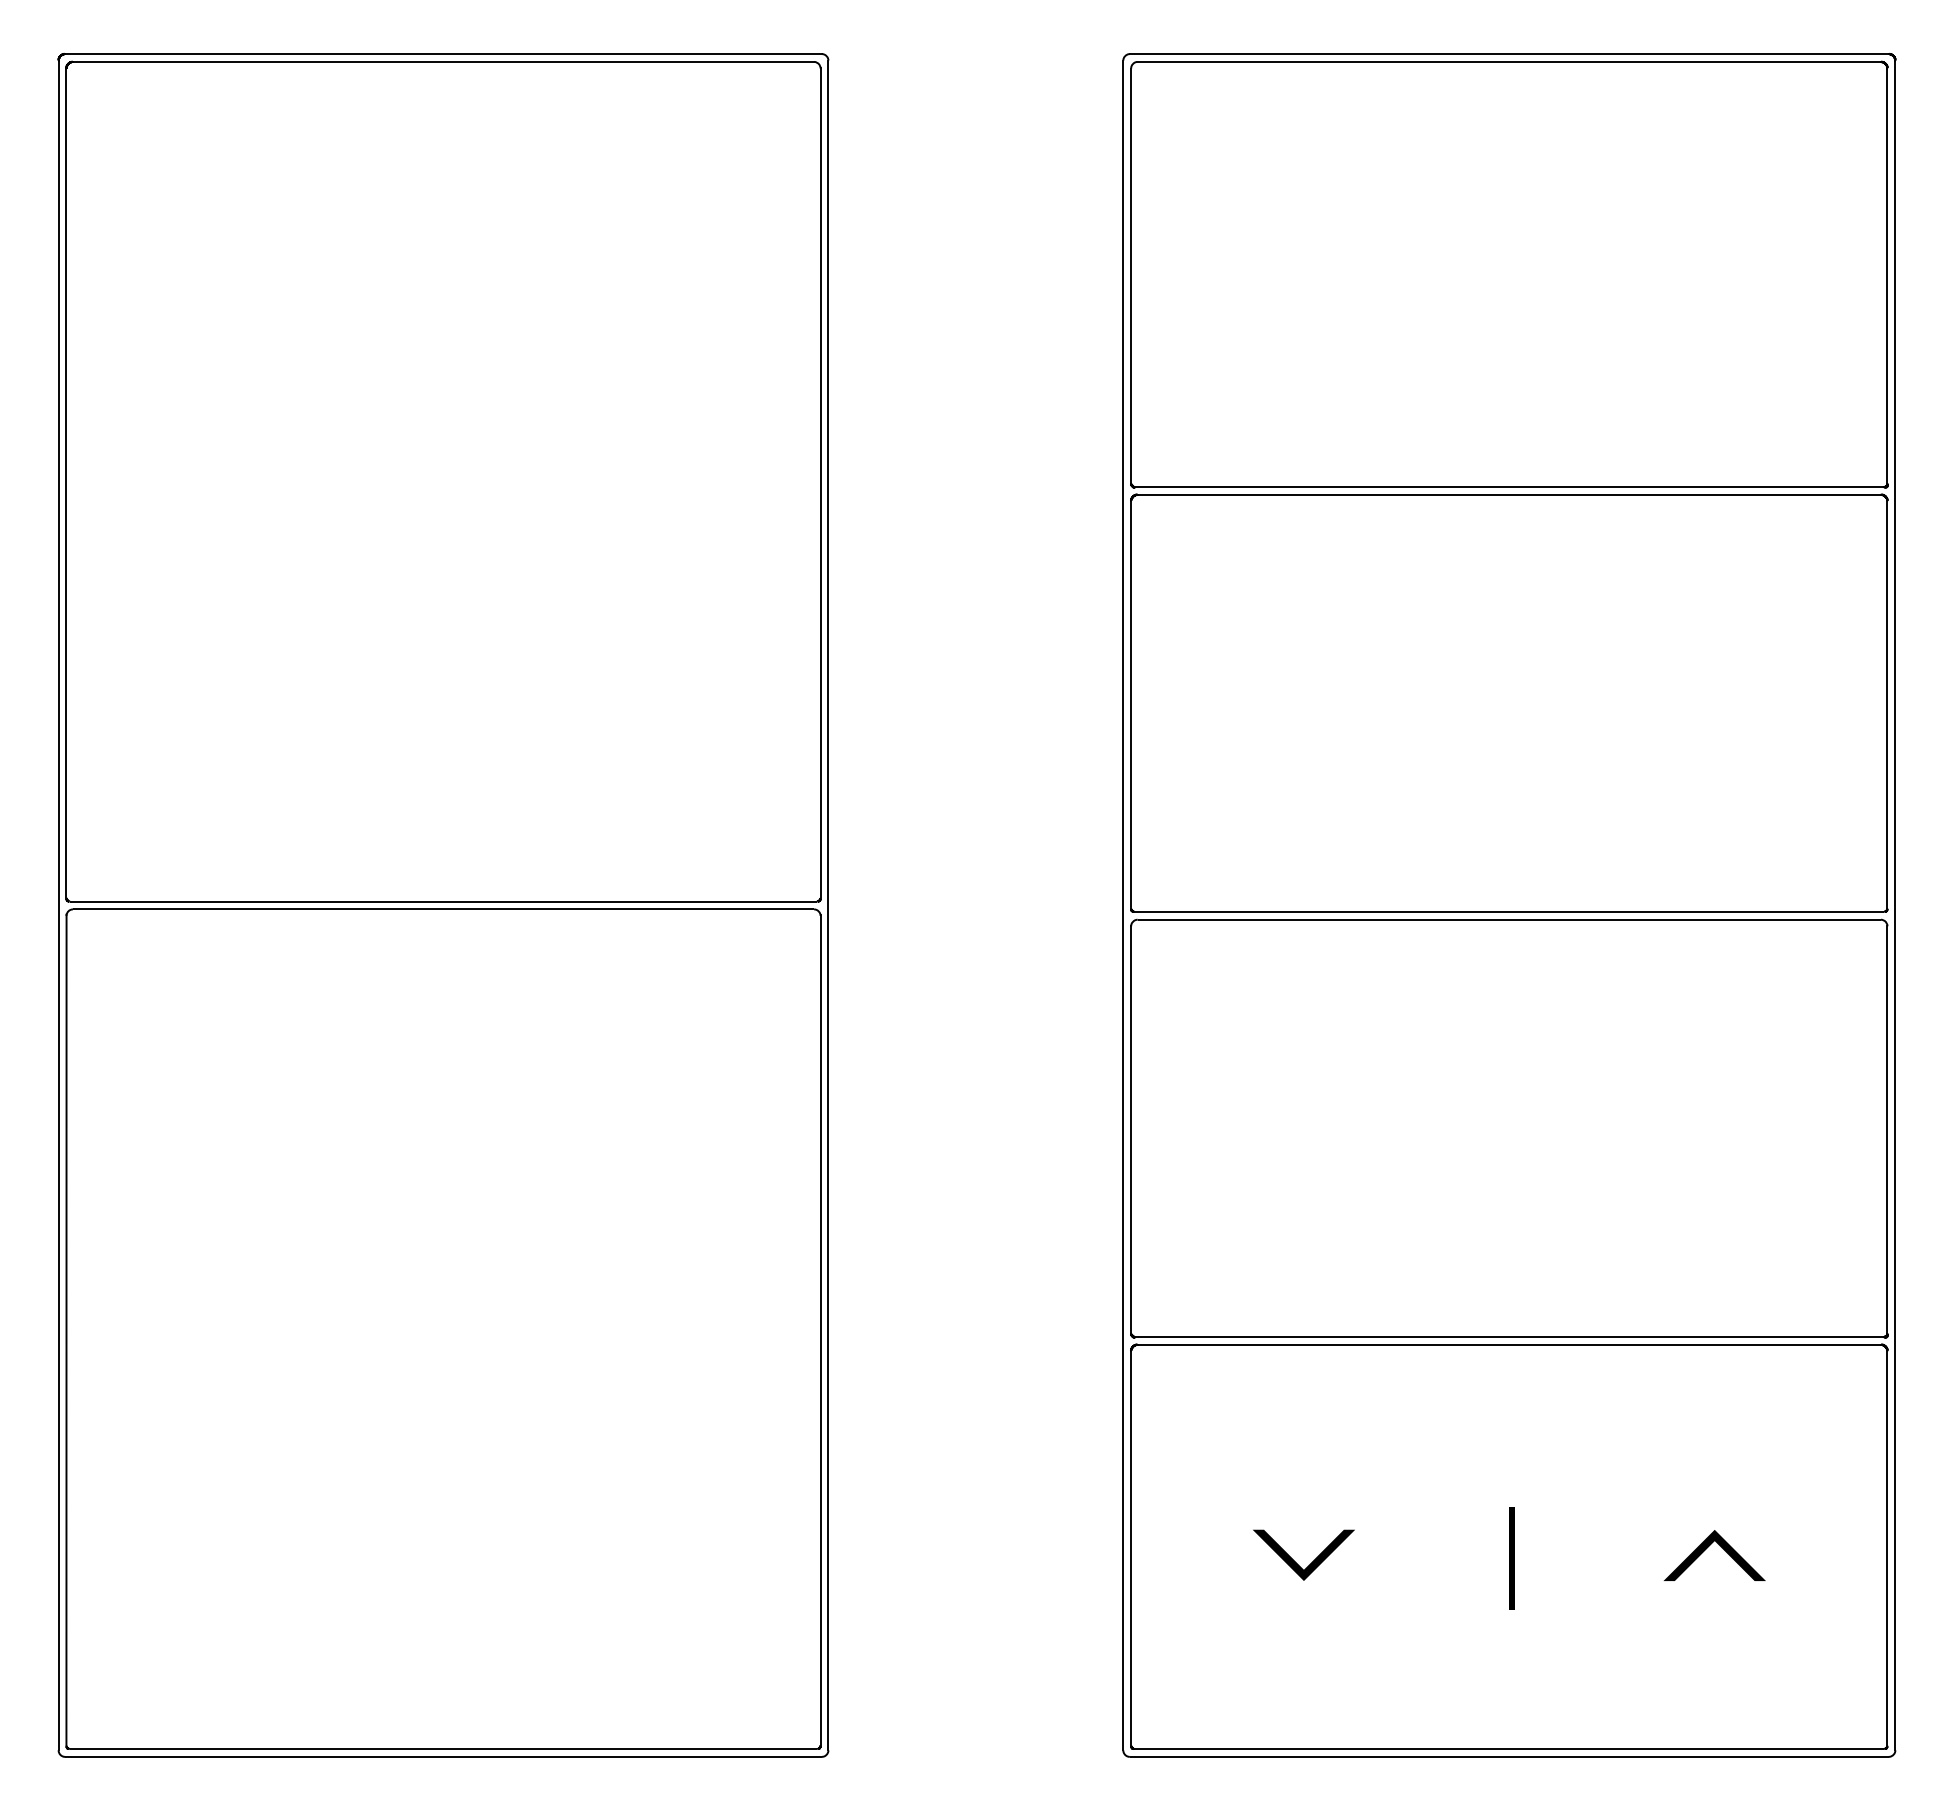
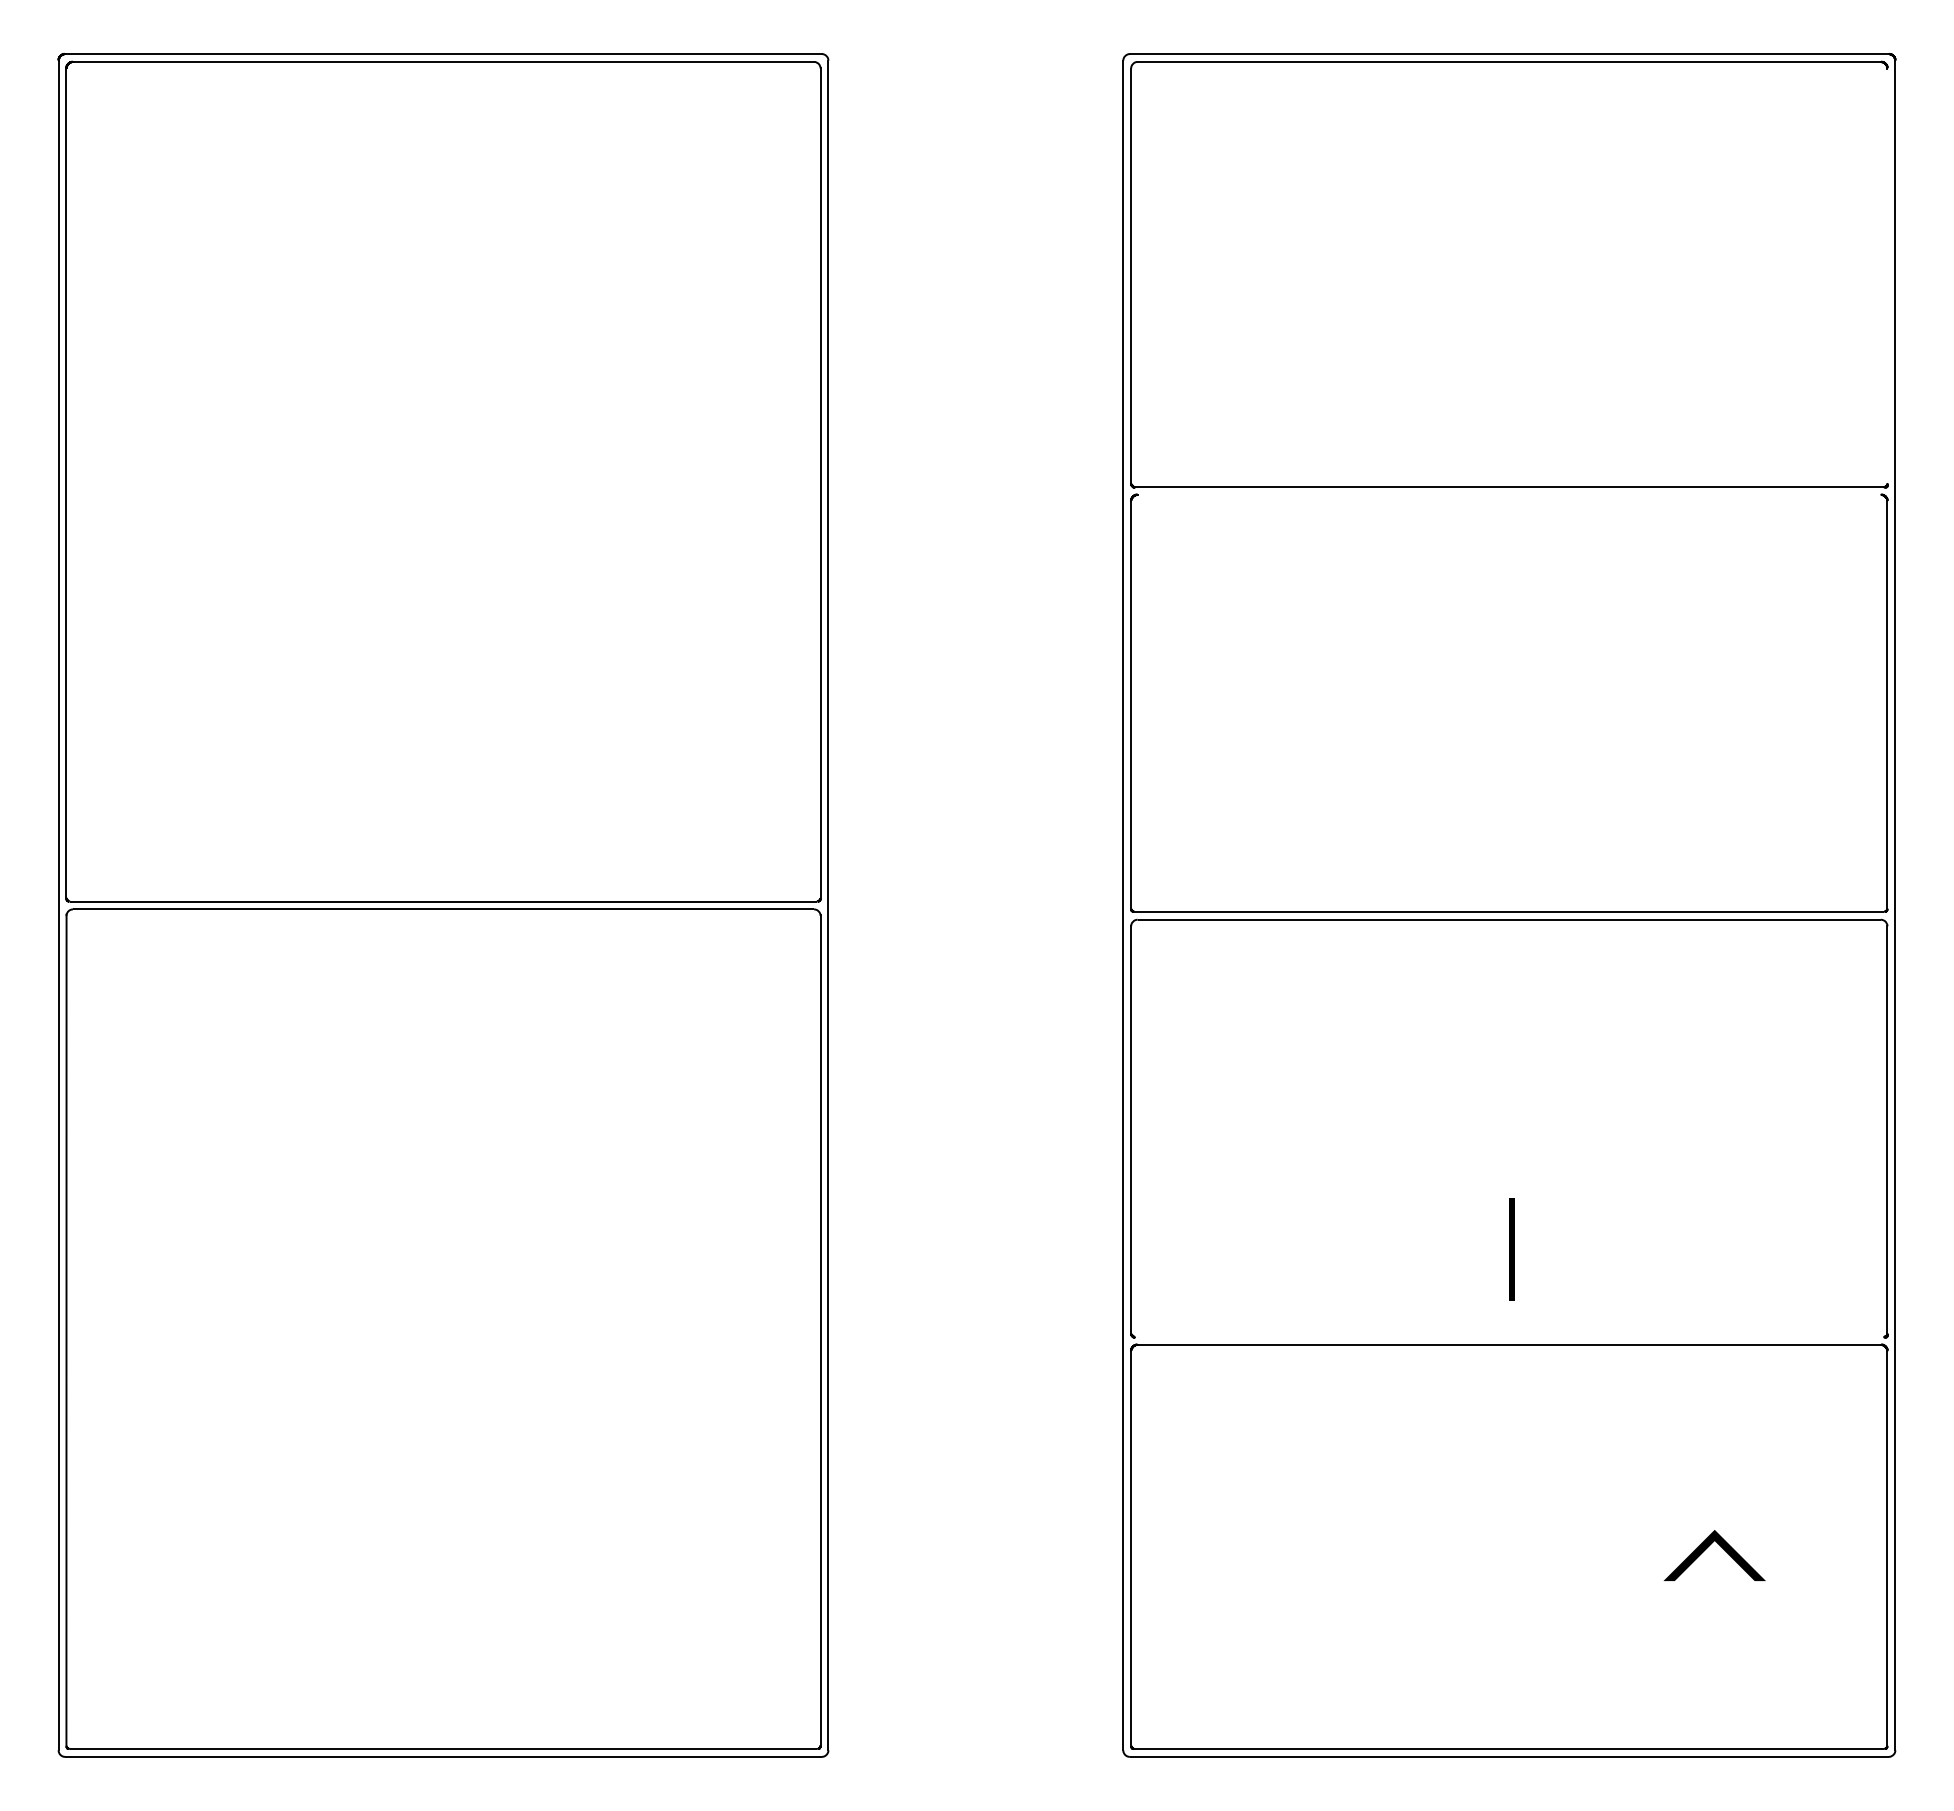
line at (1887, 275): present -> none
line at (1508, 494): present -> none
line at (1509, 1336): present -> none
fill at (1303, 1555): present -> none
part at (1511, 1558) position: (1511, 1558) -> (1511, 1249)
